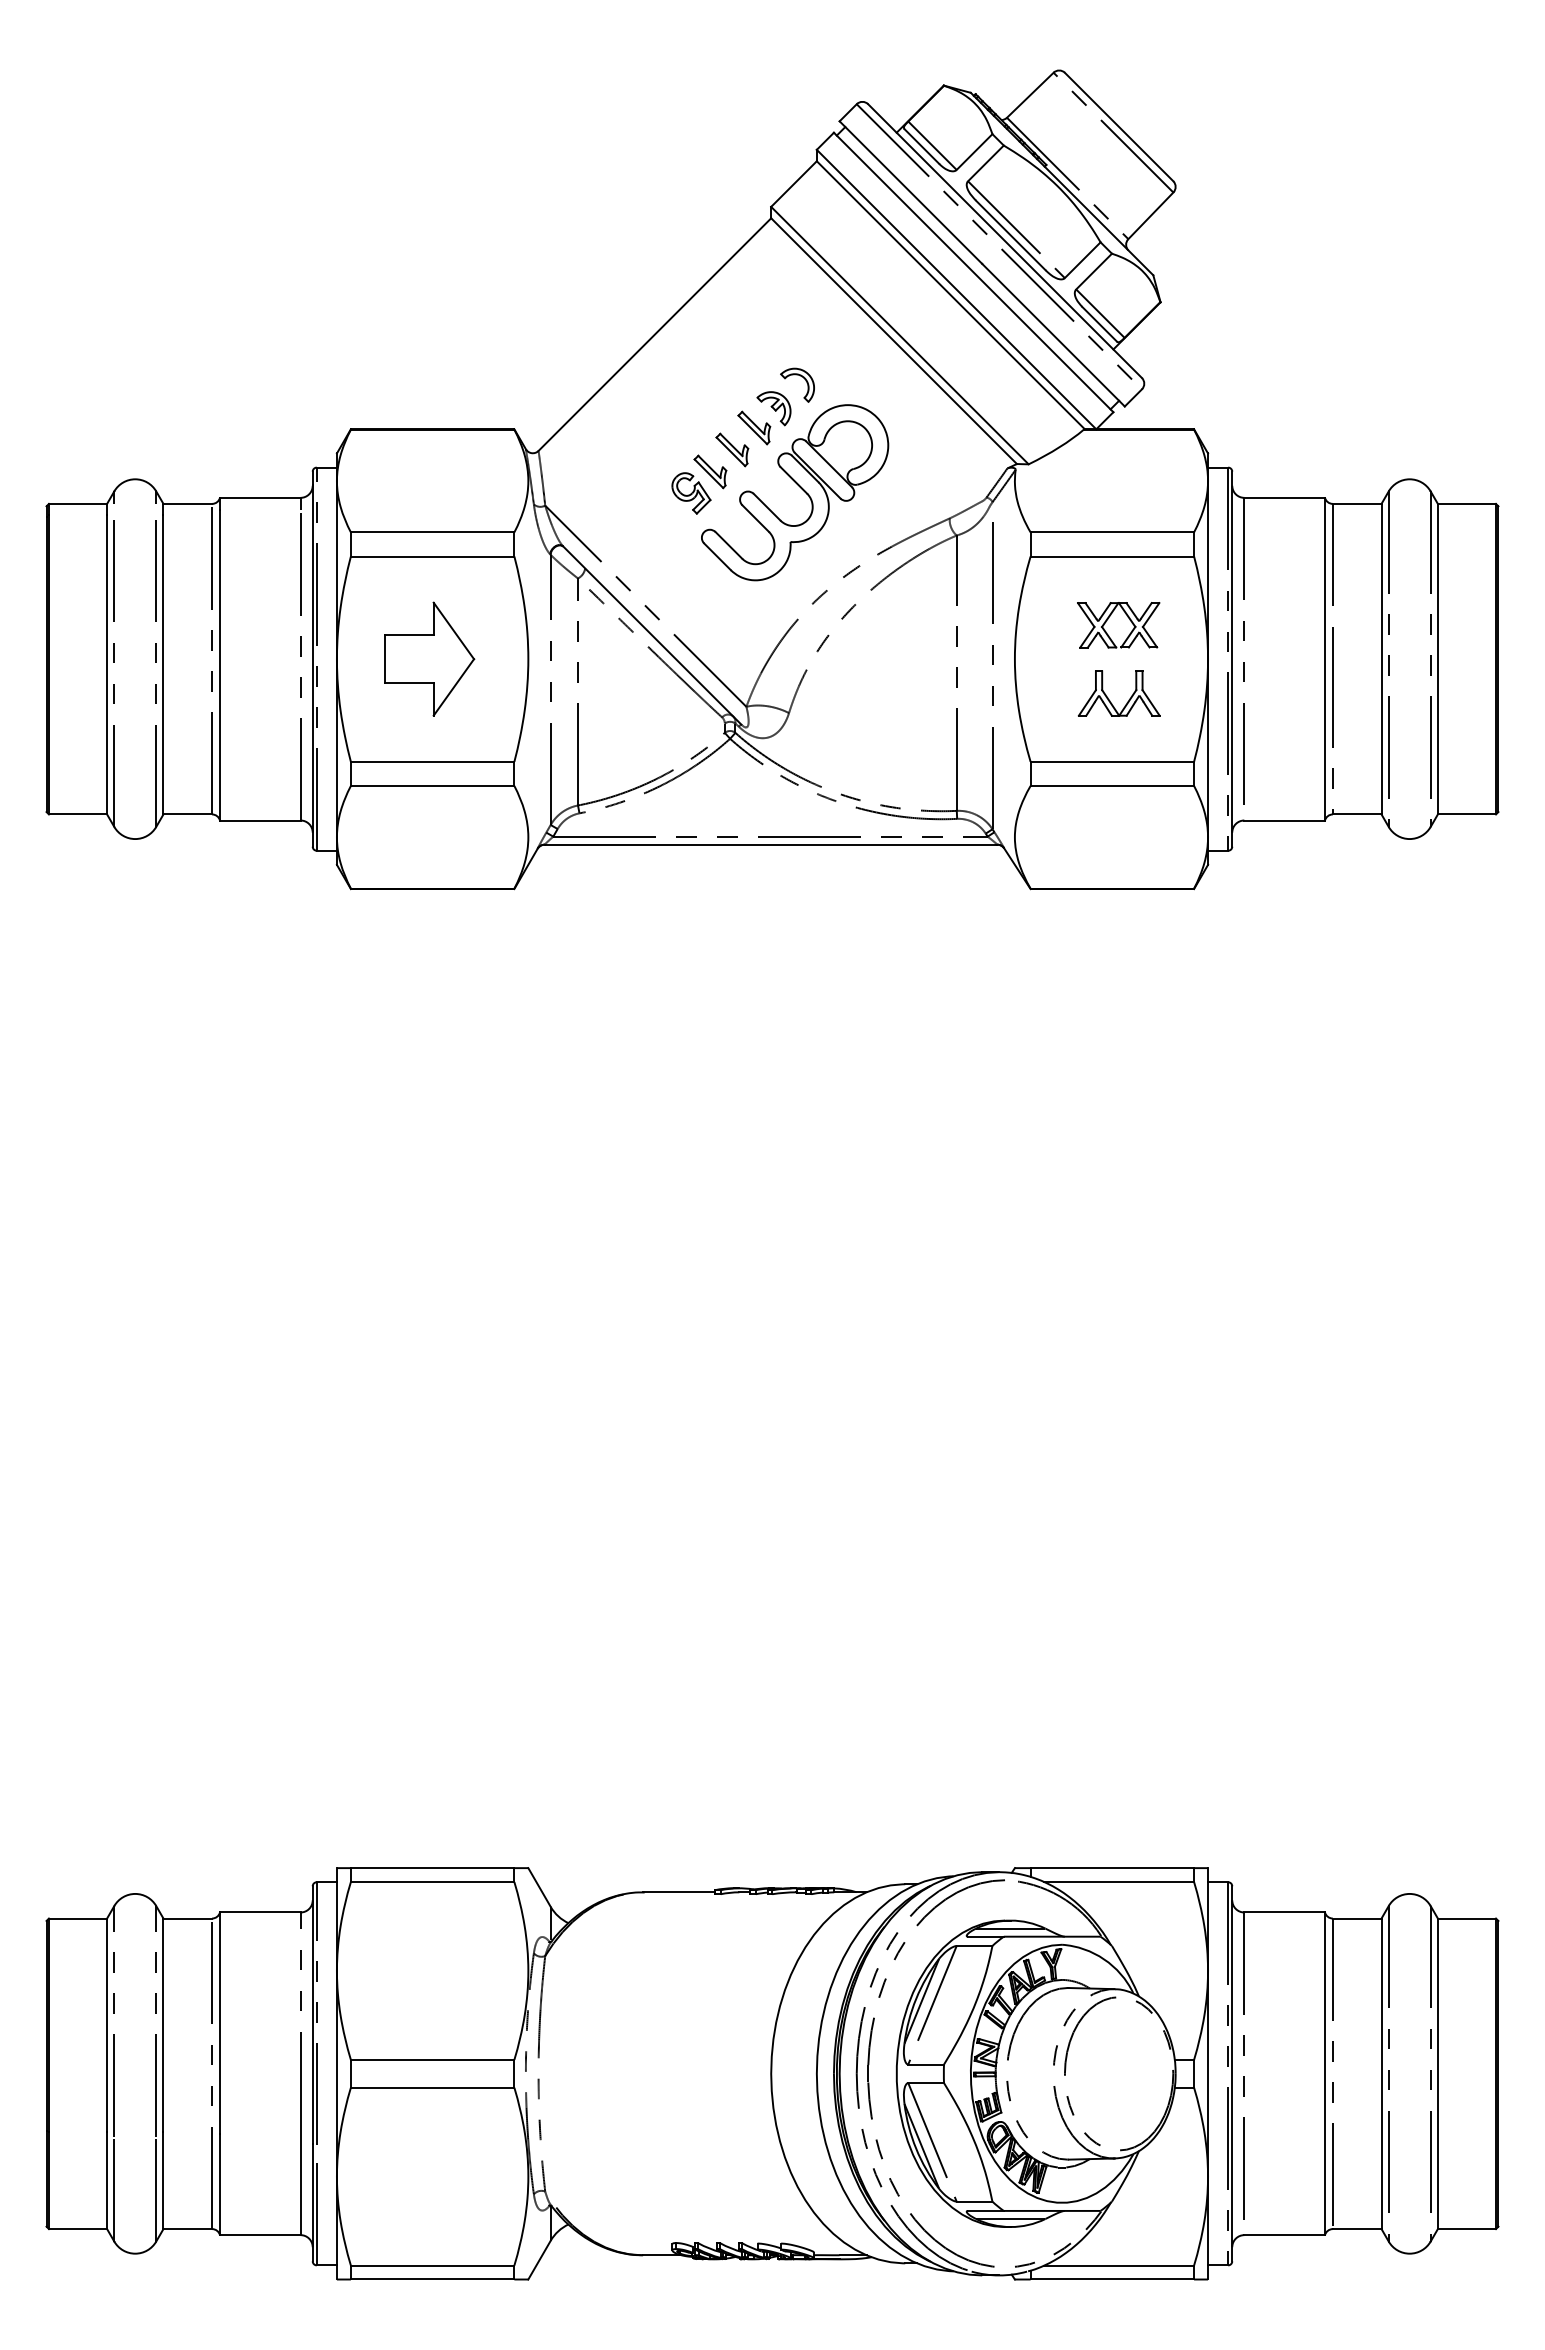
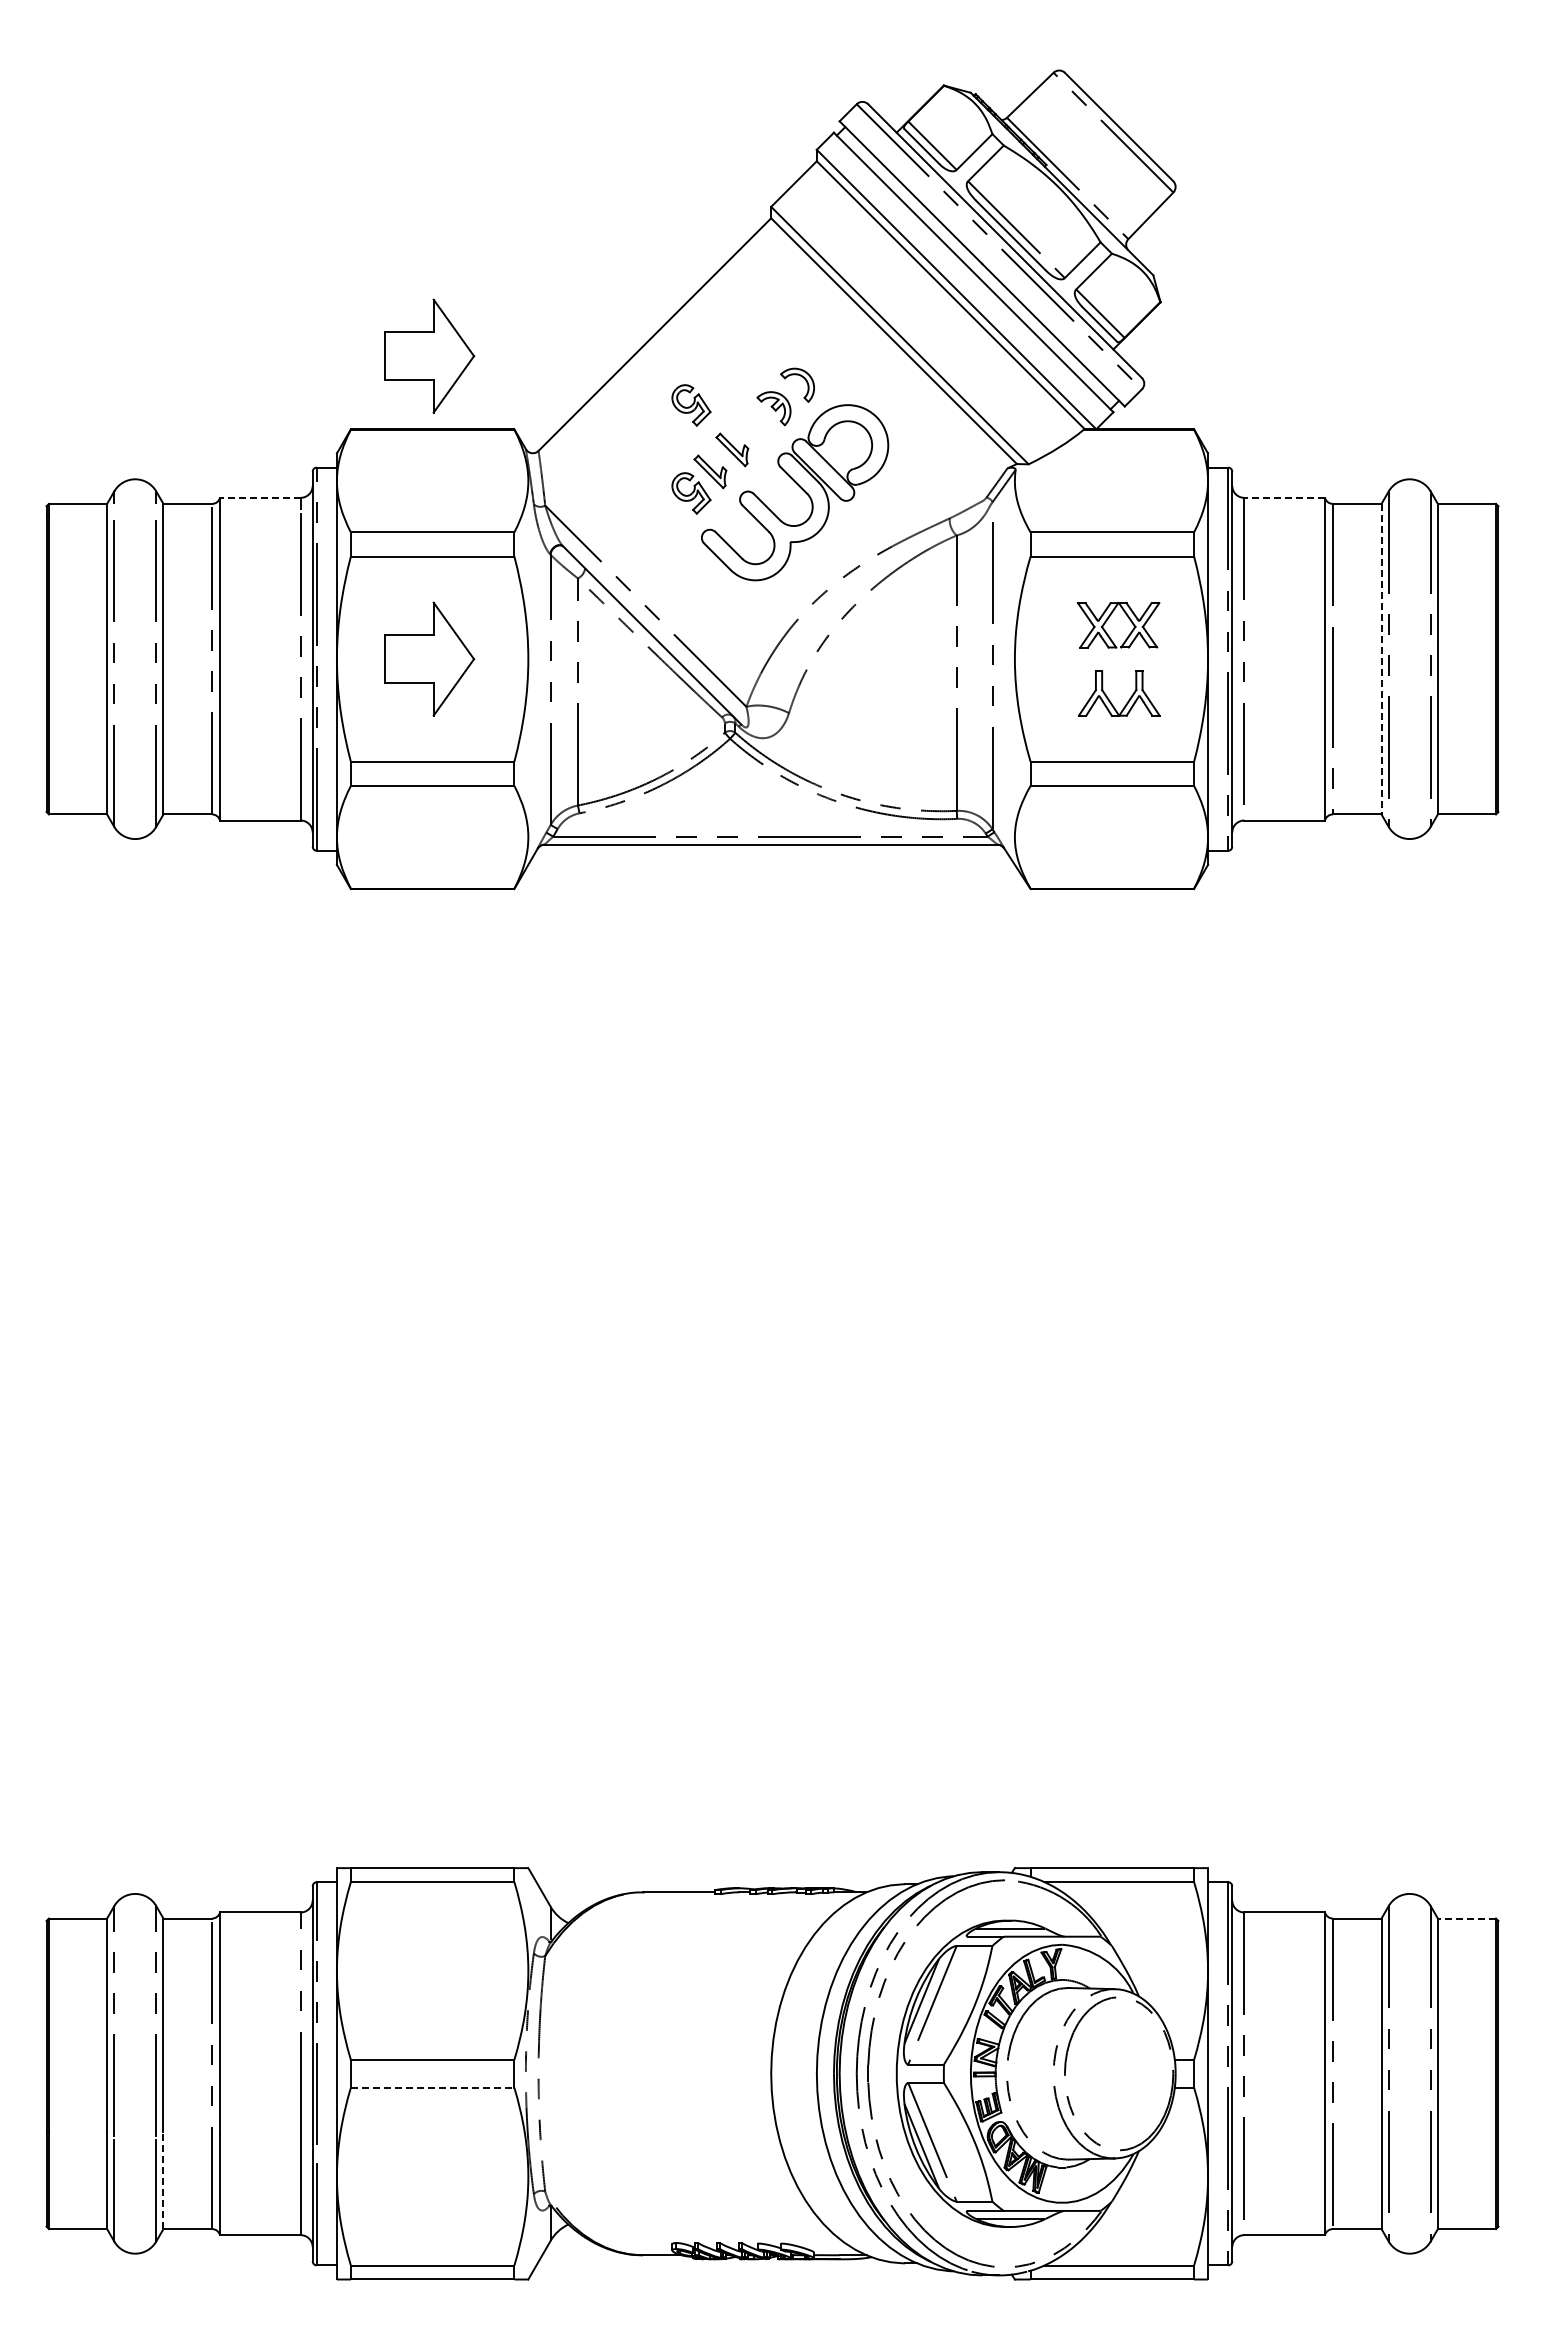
part at (429, 355): none -> present
part at (691, 405): none -> present
part at (754, 427): present -> none
line at (259, 497): solid -> dashed
line at (1284, 497): solid -> dashed
line at (1381, 659): solid -> dashed
line at (1466, 1918): solid -> dashed
line at (432, 2087): solid -> dashed
line at (163, 2180): solid -> dashed
